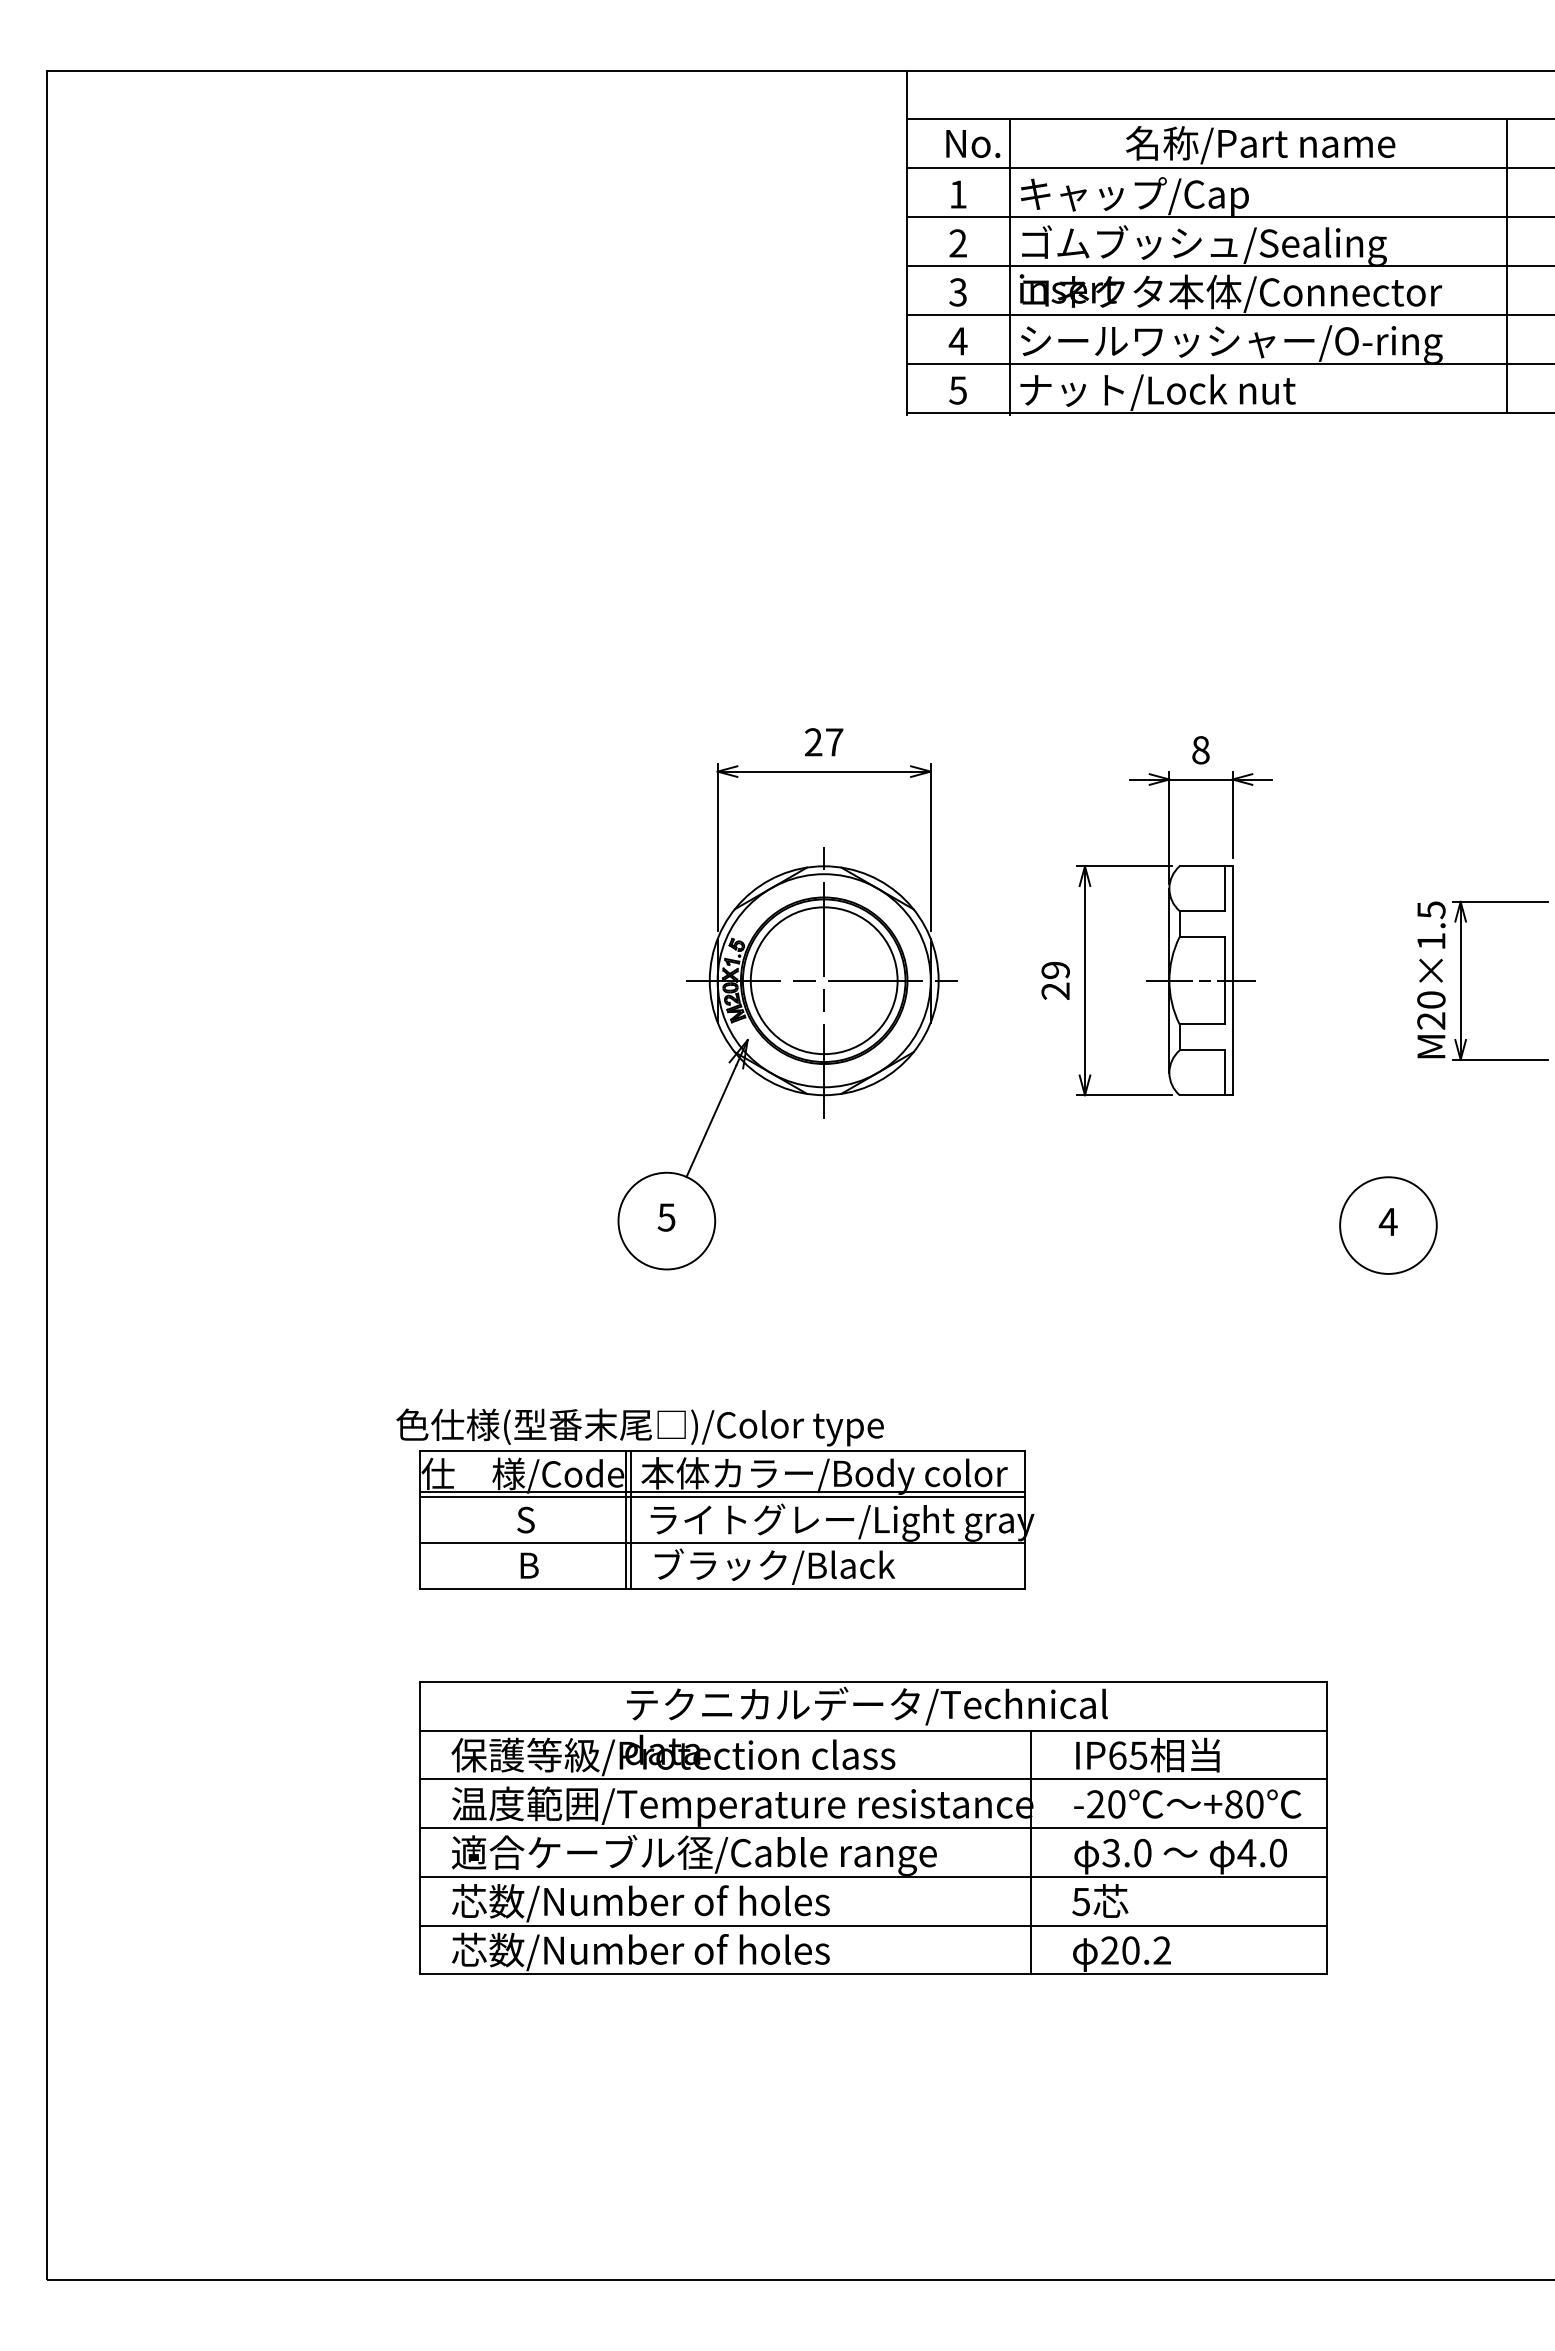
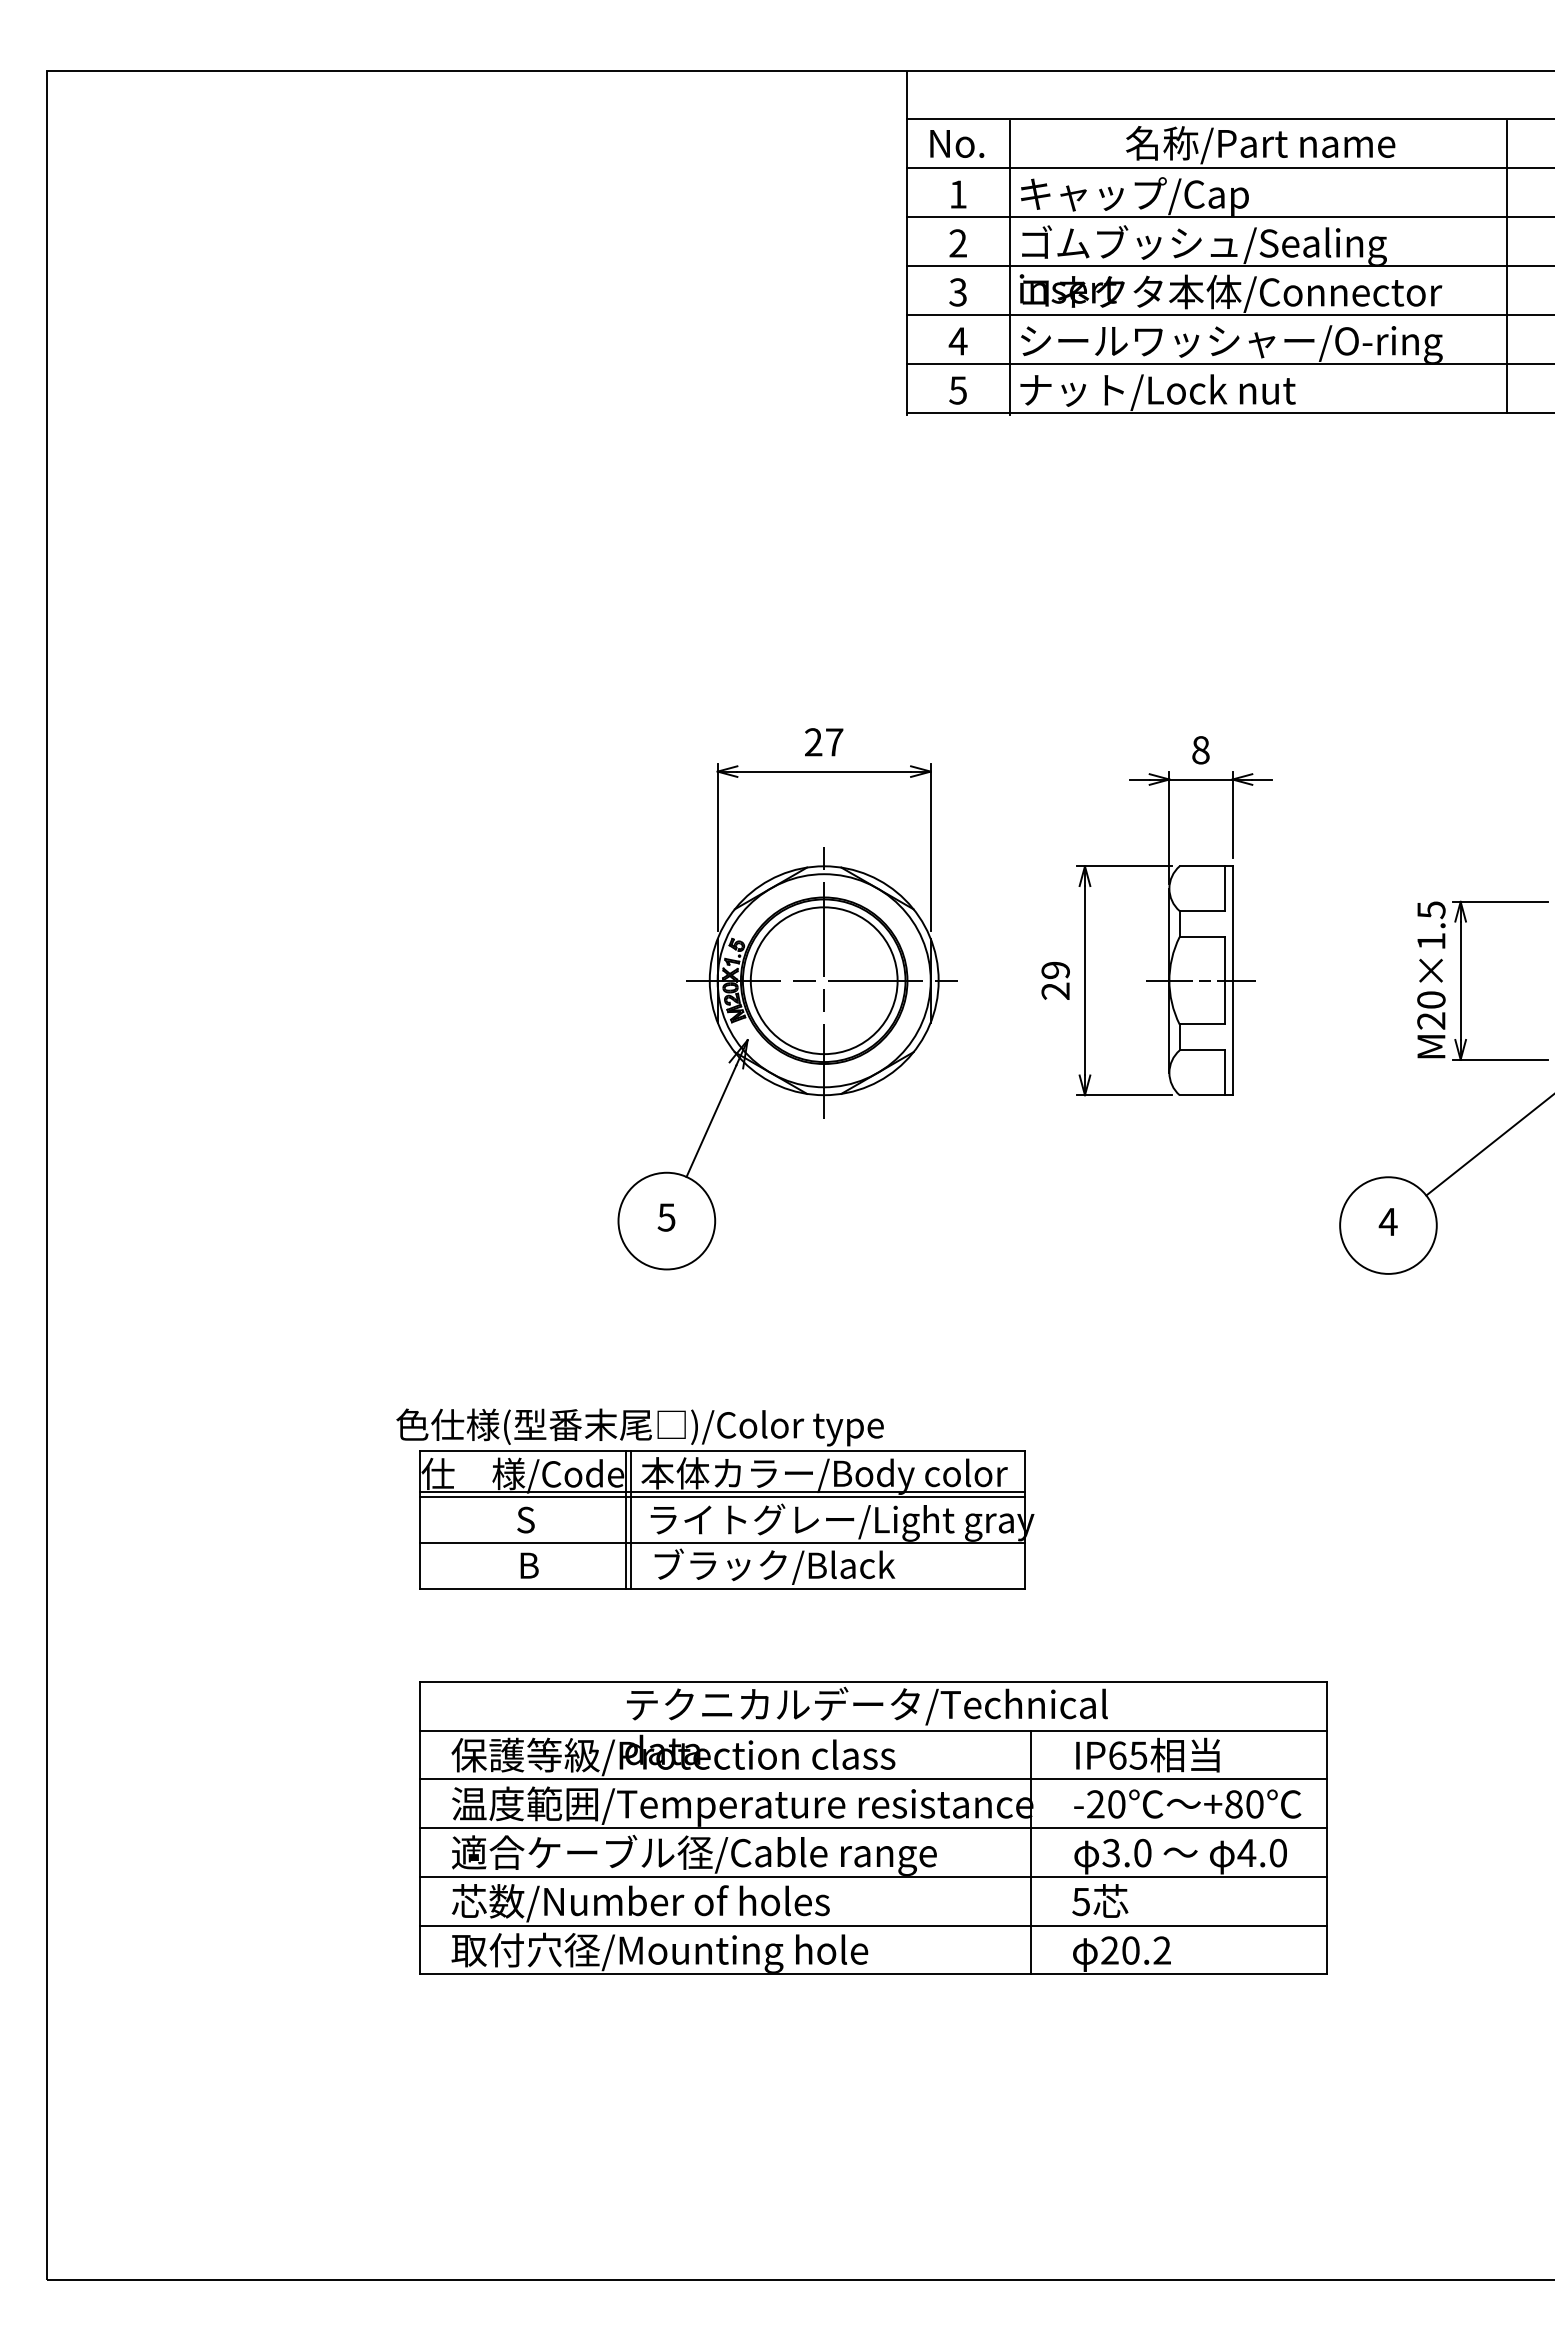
text at (973, 143) position: (973, 143) -> (957, 143)
line at (1488, 1145): none -> present
text at (659, 1952): 芯数/Number of holes -> 取付穴径/Mounting hole
